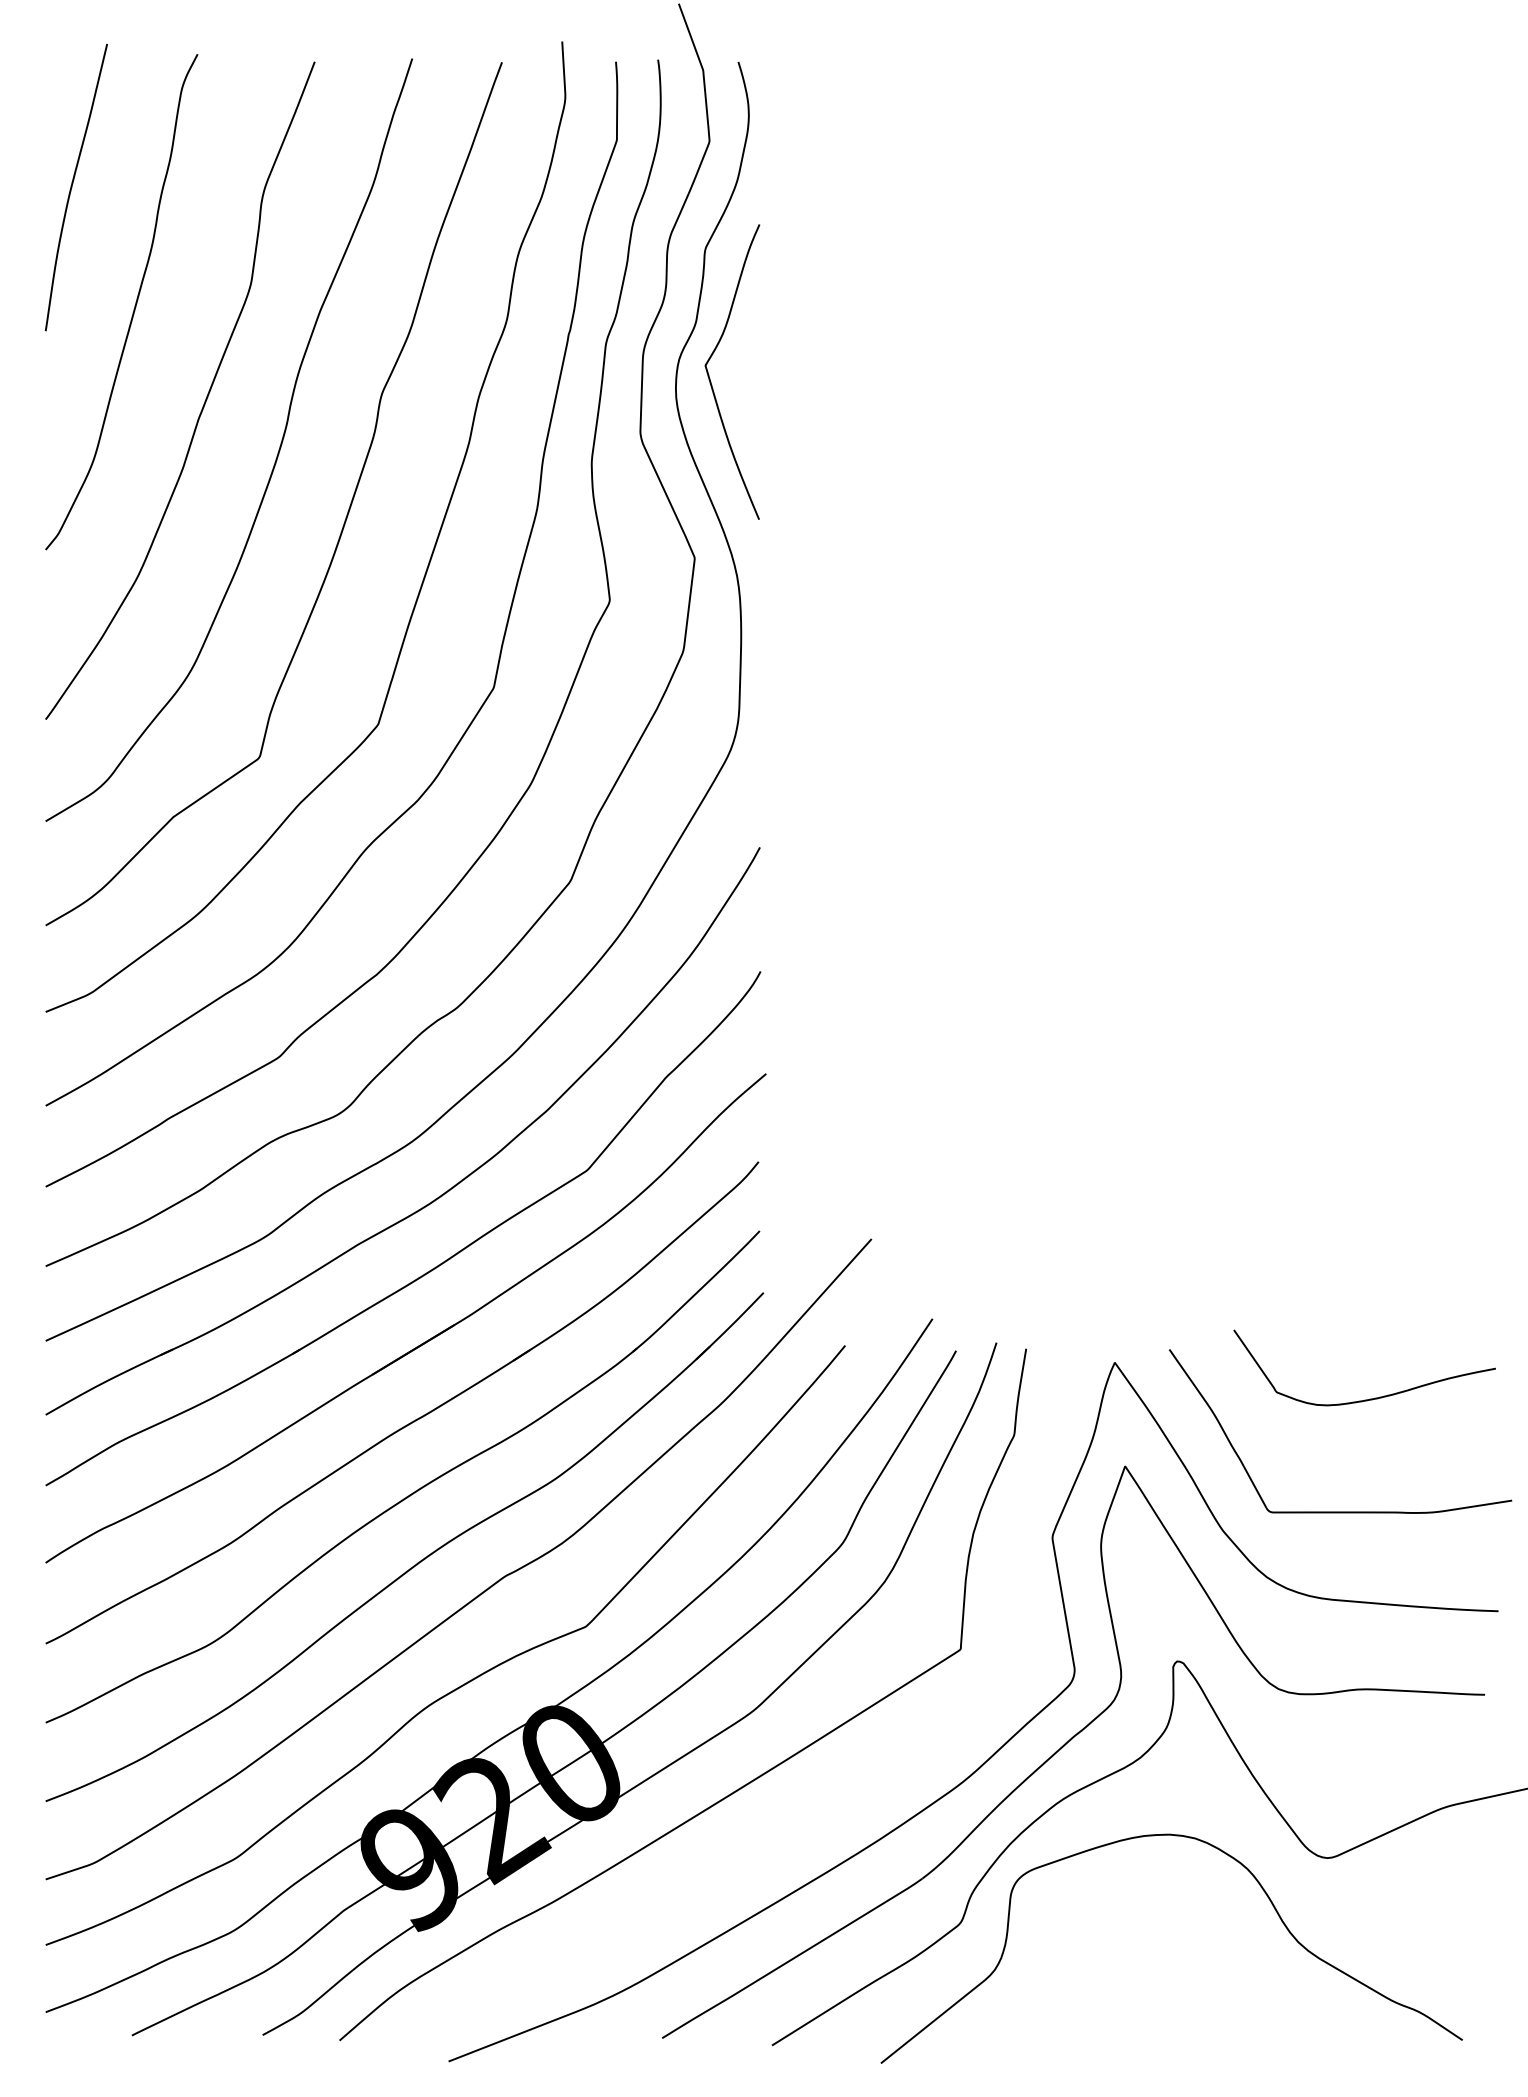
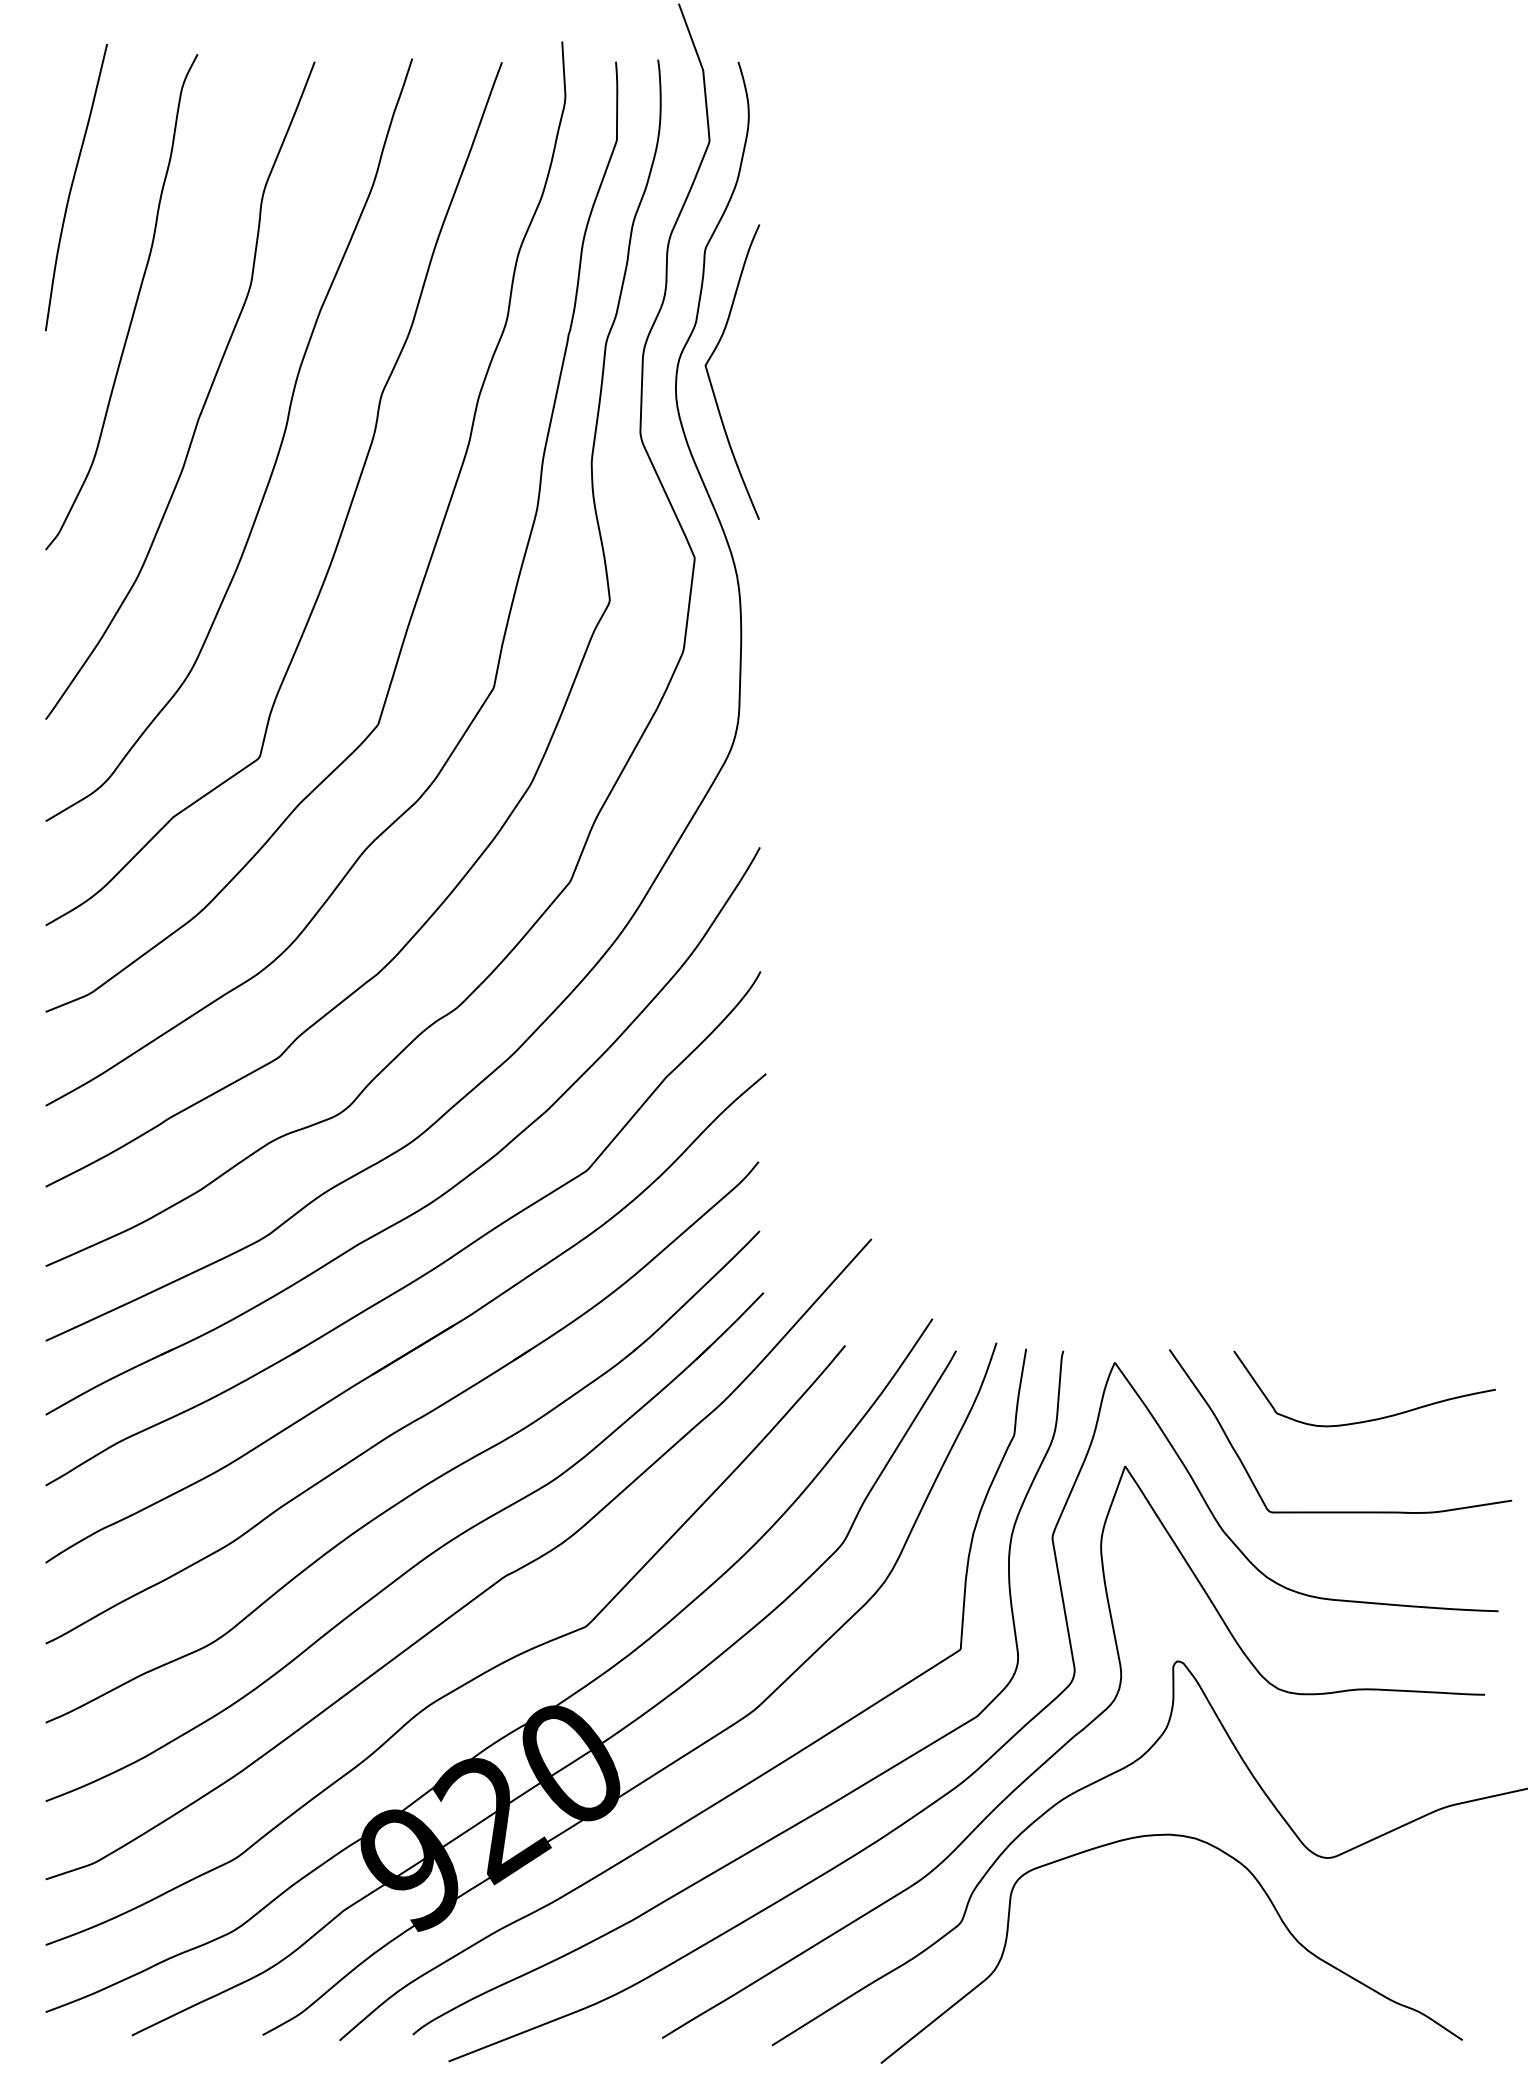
curve at (1369, 1398) position: (1369, 1398) -> (1369, 1419)
curve at (809, 1815): none -> present
